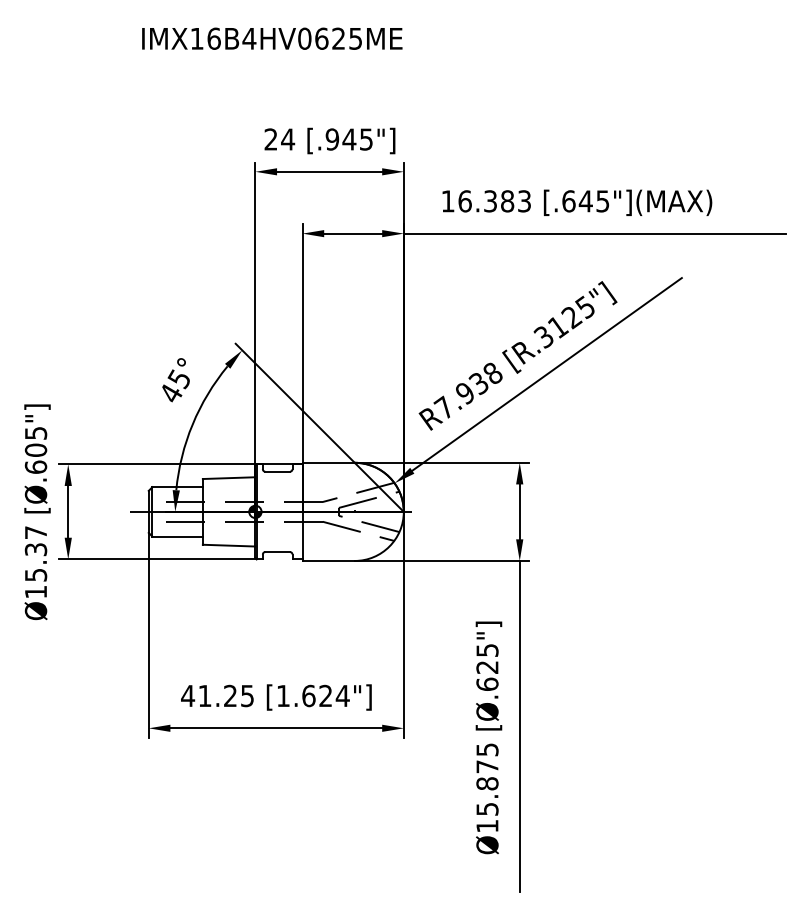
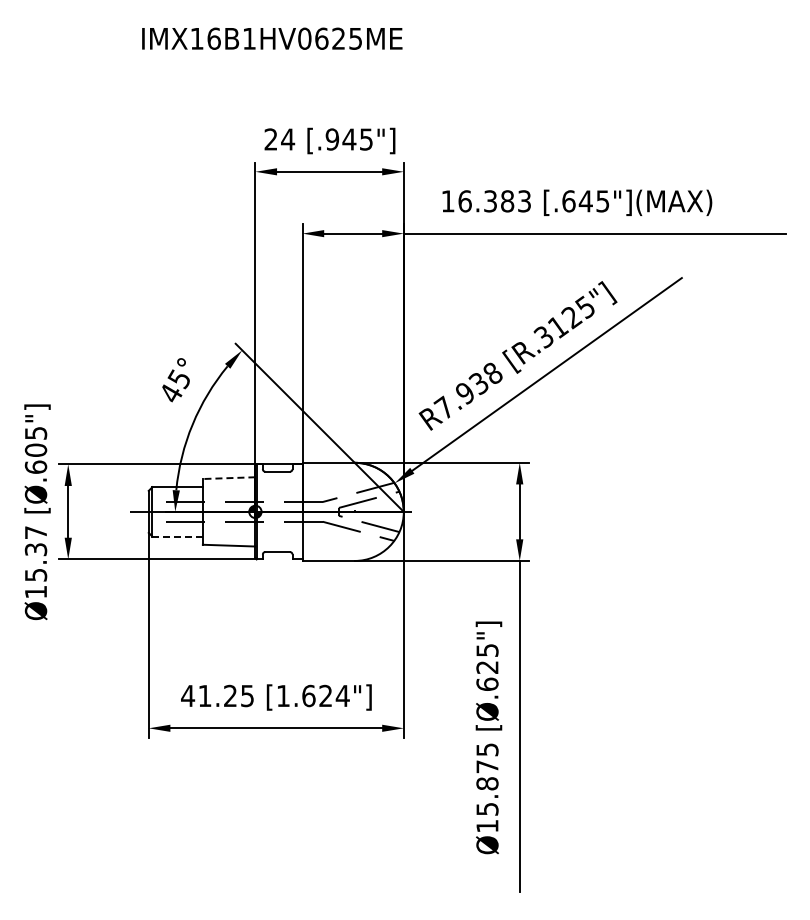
text at (249, 38): IMX16B4HV0625ME -> IMX16B1HV0625ME
line at (228, 478): solid -> dashed
line at (178, 536): solid -> dashed
